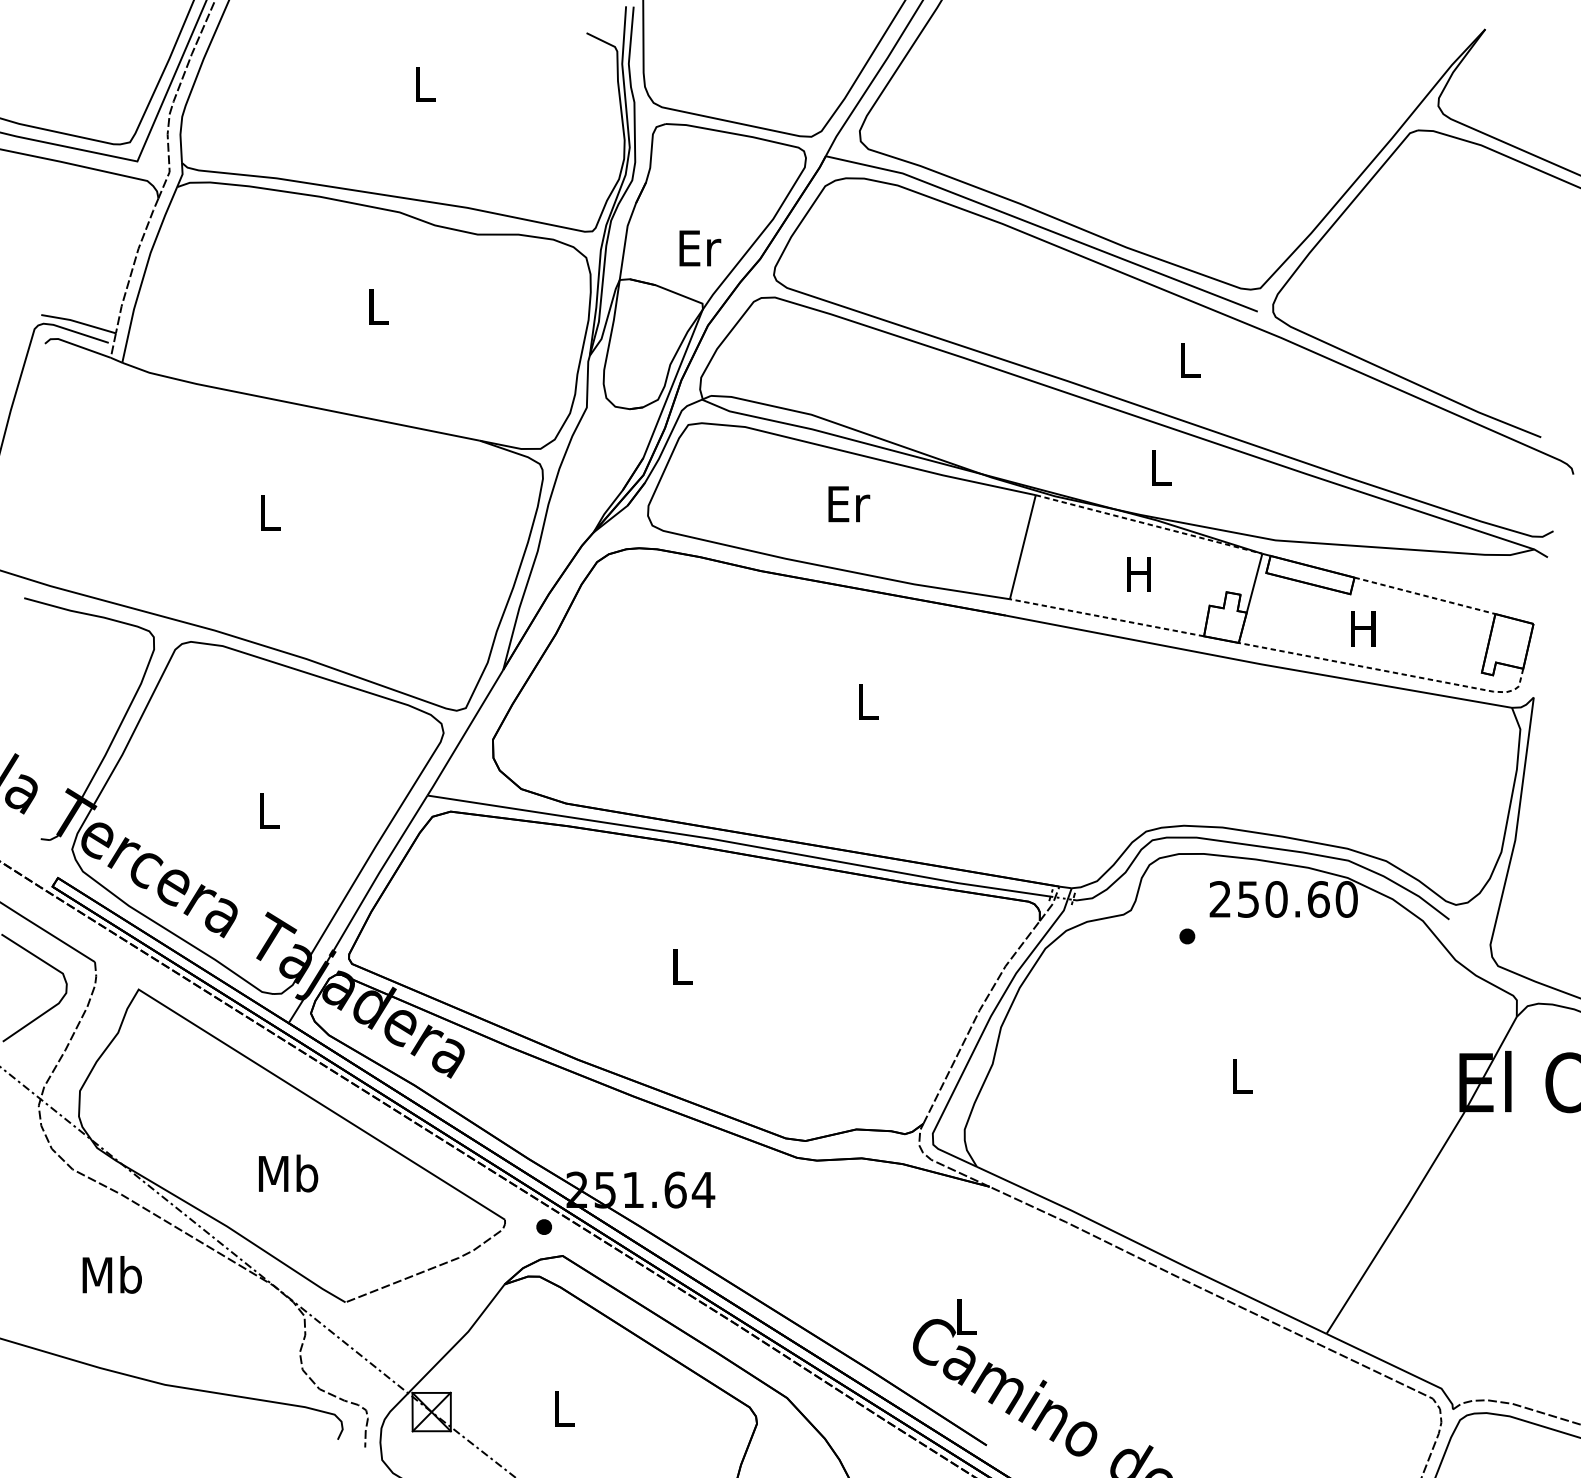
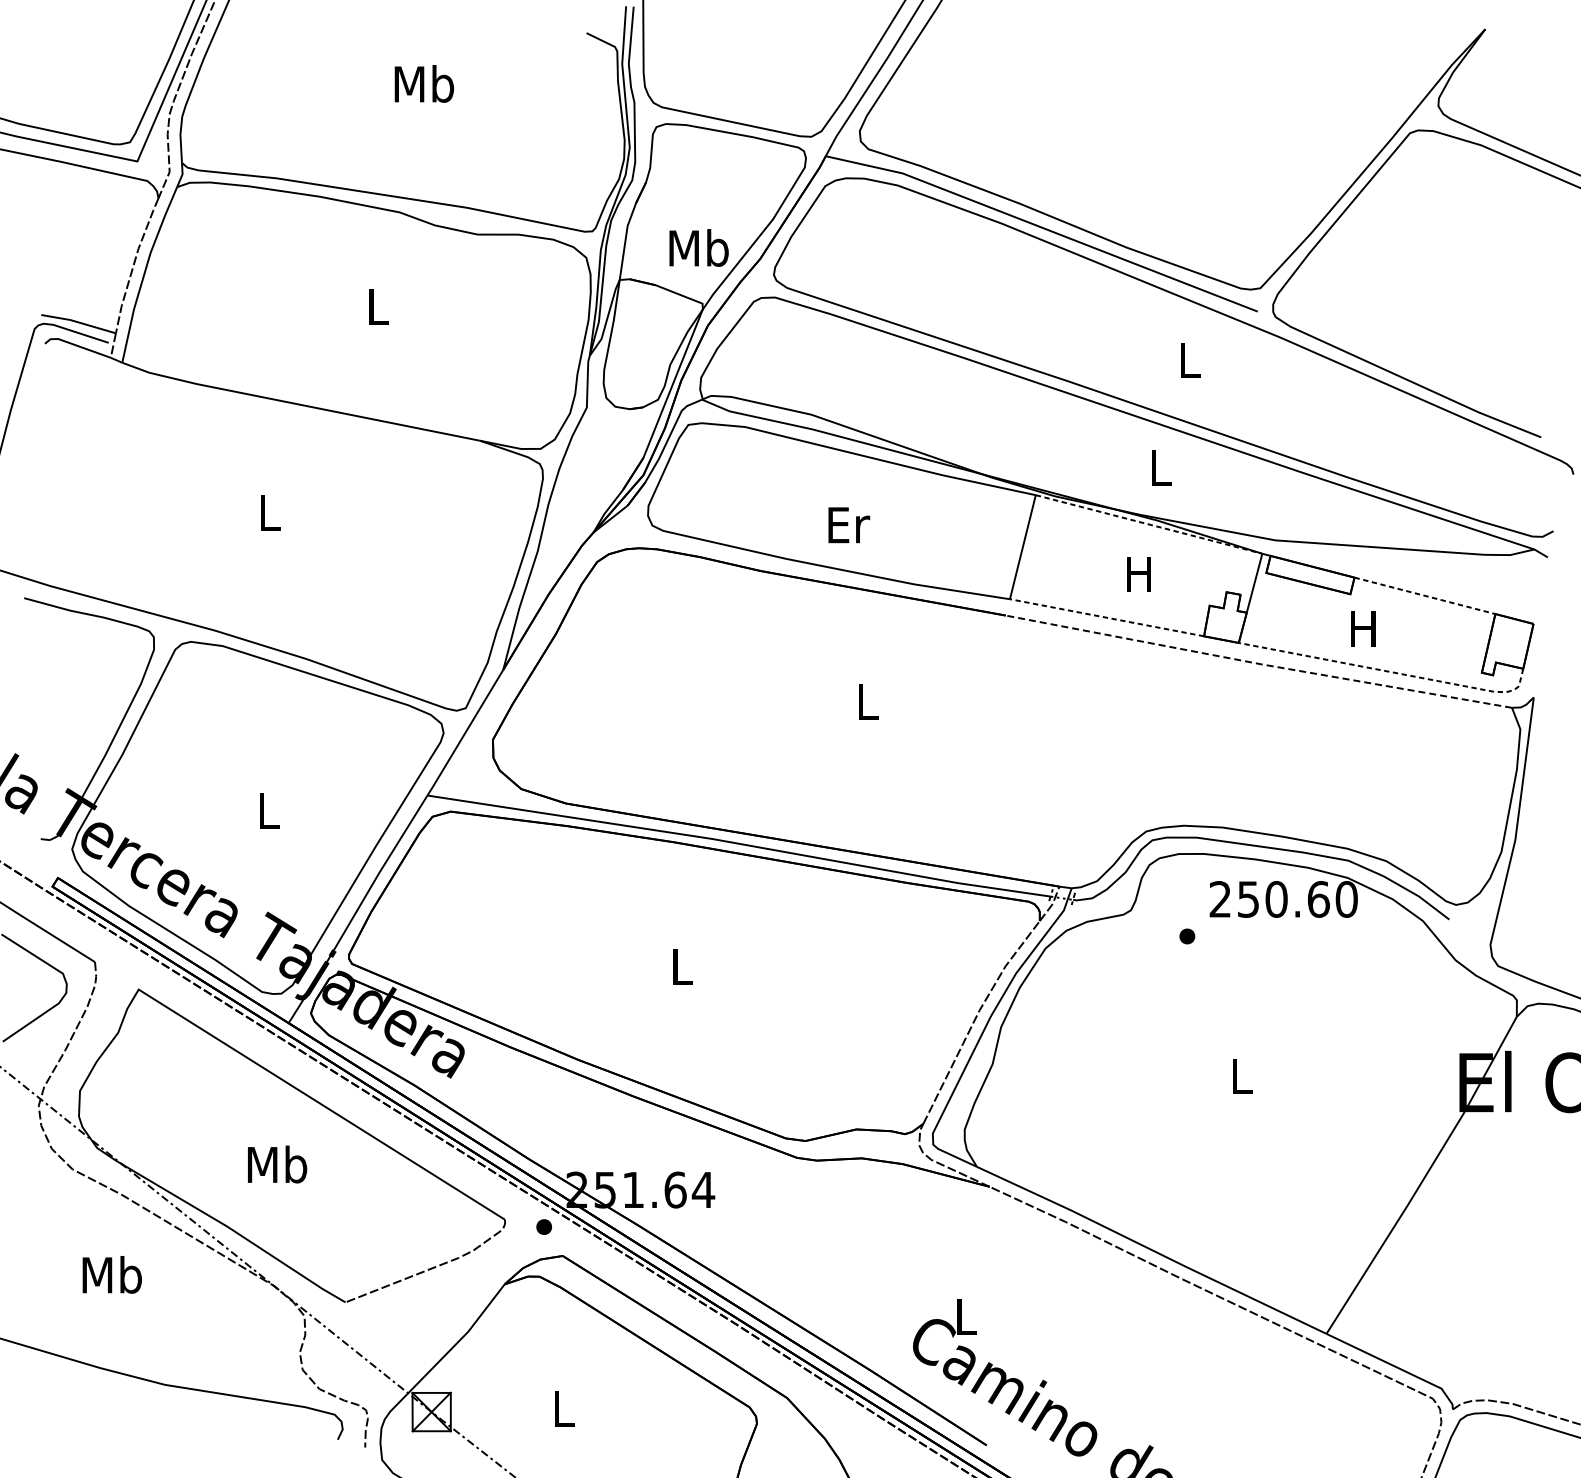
text at (424, 83): L -> Mb
text at (698, 247): Er -> Mb
text at (849, 504) position: (849, 504) -> (849, 525)
line at (1258, 663): solid -> dashed
text at (288, 1173) position: (288, 1173) -> (277, 1164)
